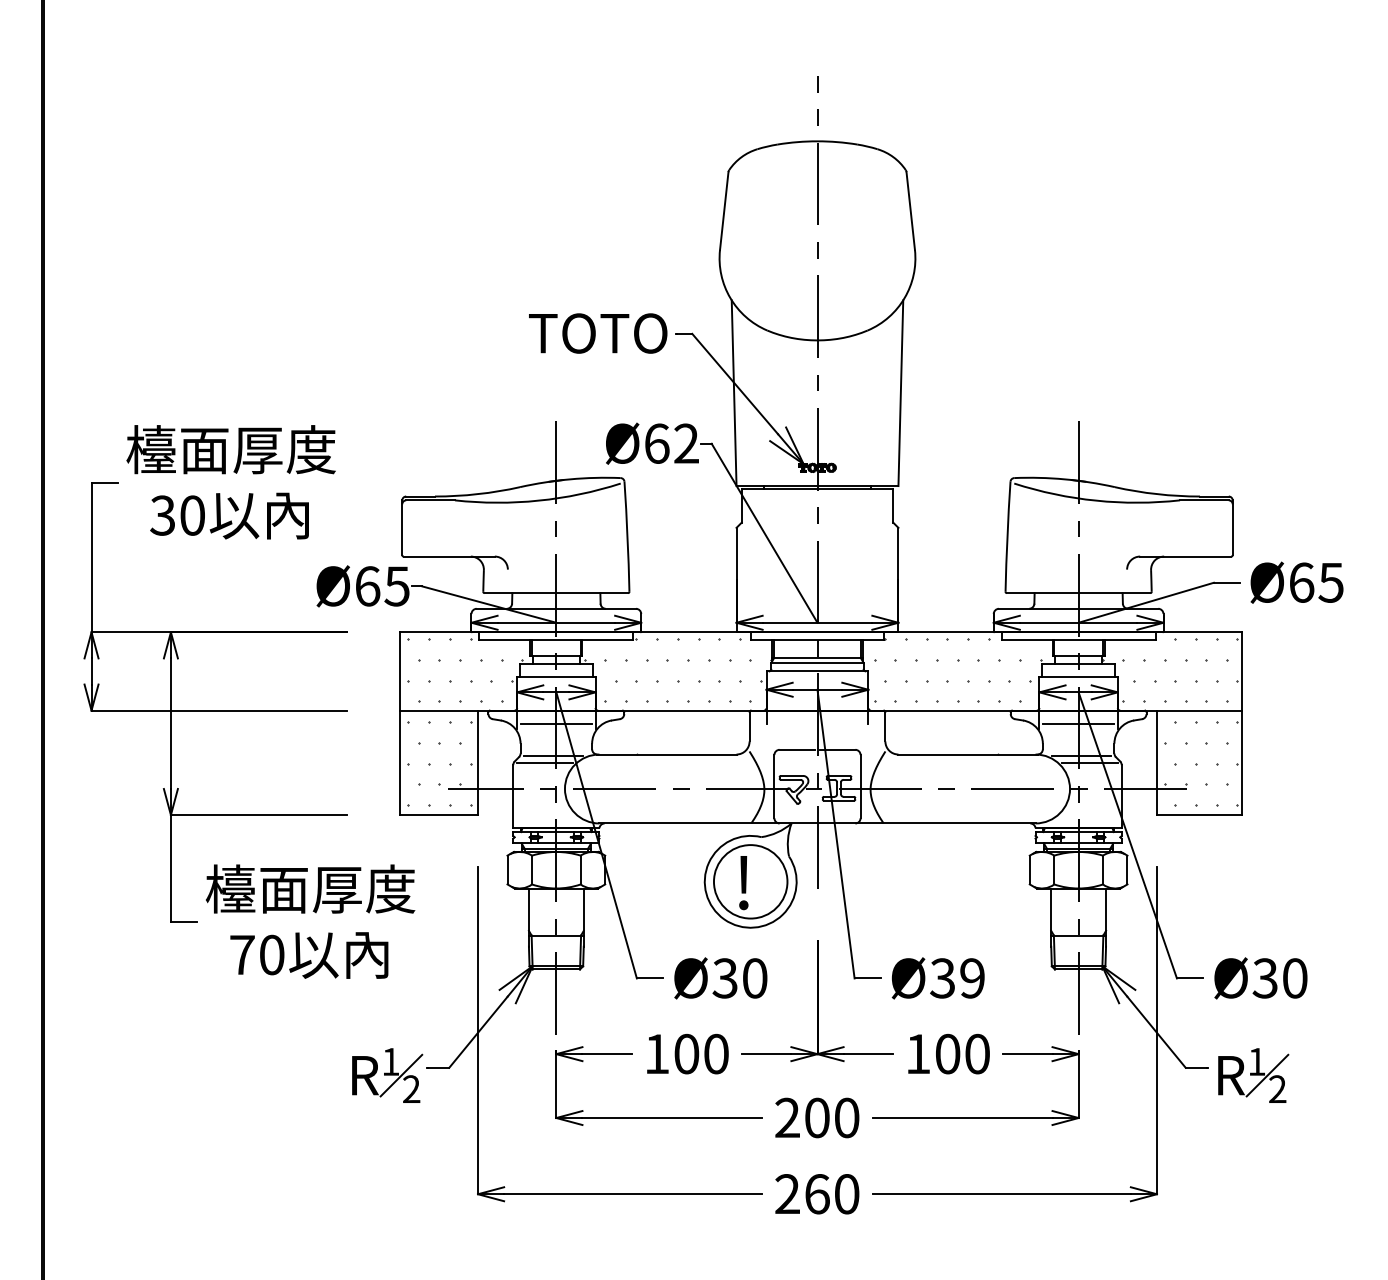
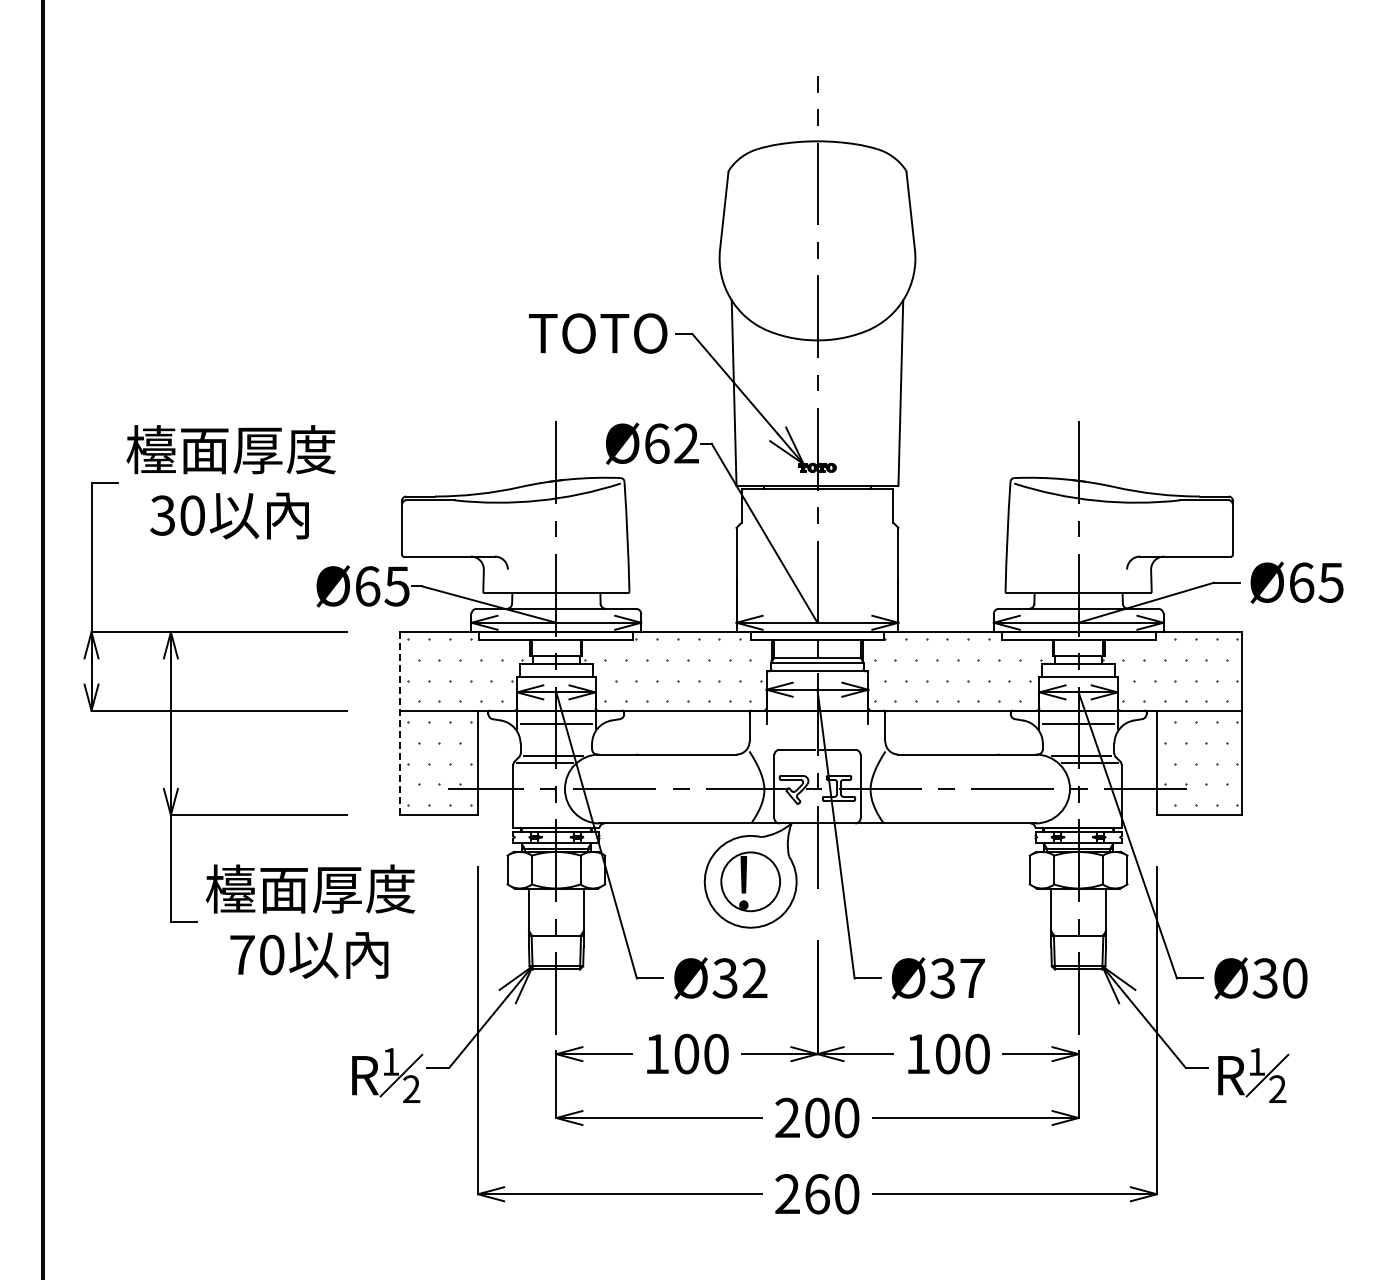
line at (399, 724): solid -> dashed
circle at (750, 881) diameter: 73 px -> 59 px
text at (754, 978): 30 -> 32
text at (972, 978): 39 -> 37
